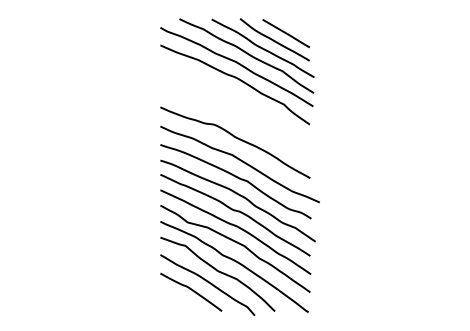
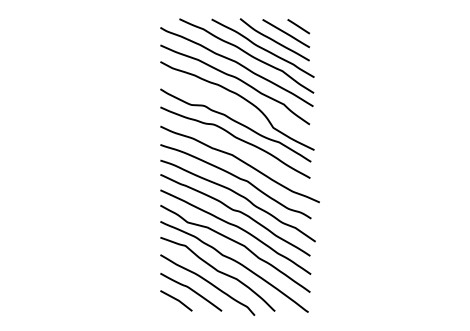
line at (298, 26): none -> present
part at (234, 119): none -> present
curve at (176, 300): none -> present
